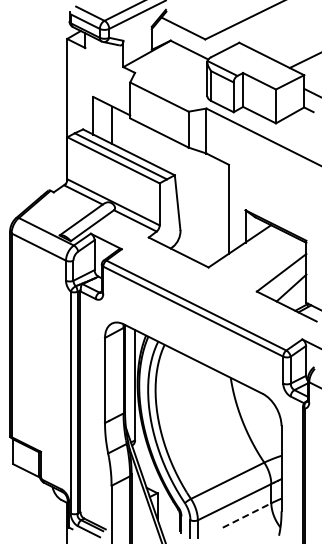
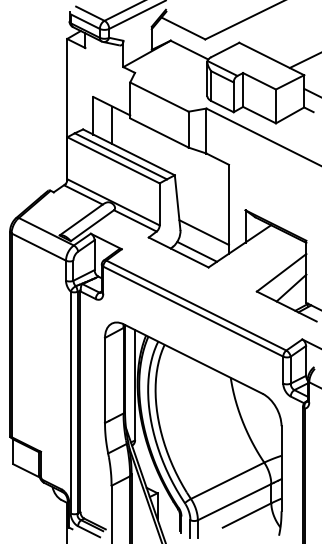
line at (203, 232): none -> present
line at (197, 251): none -> present
line at (247, 515): dashed -> solid
